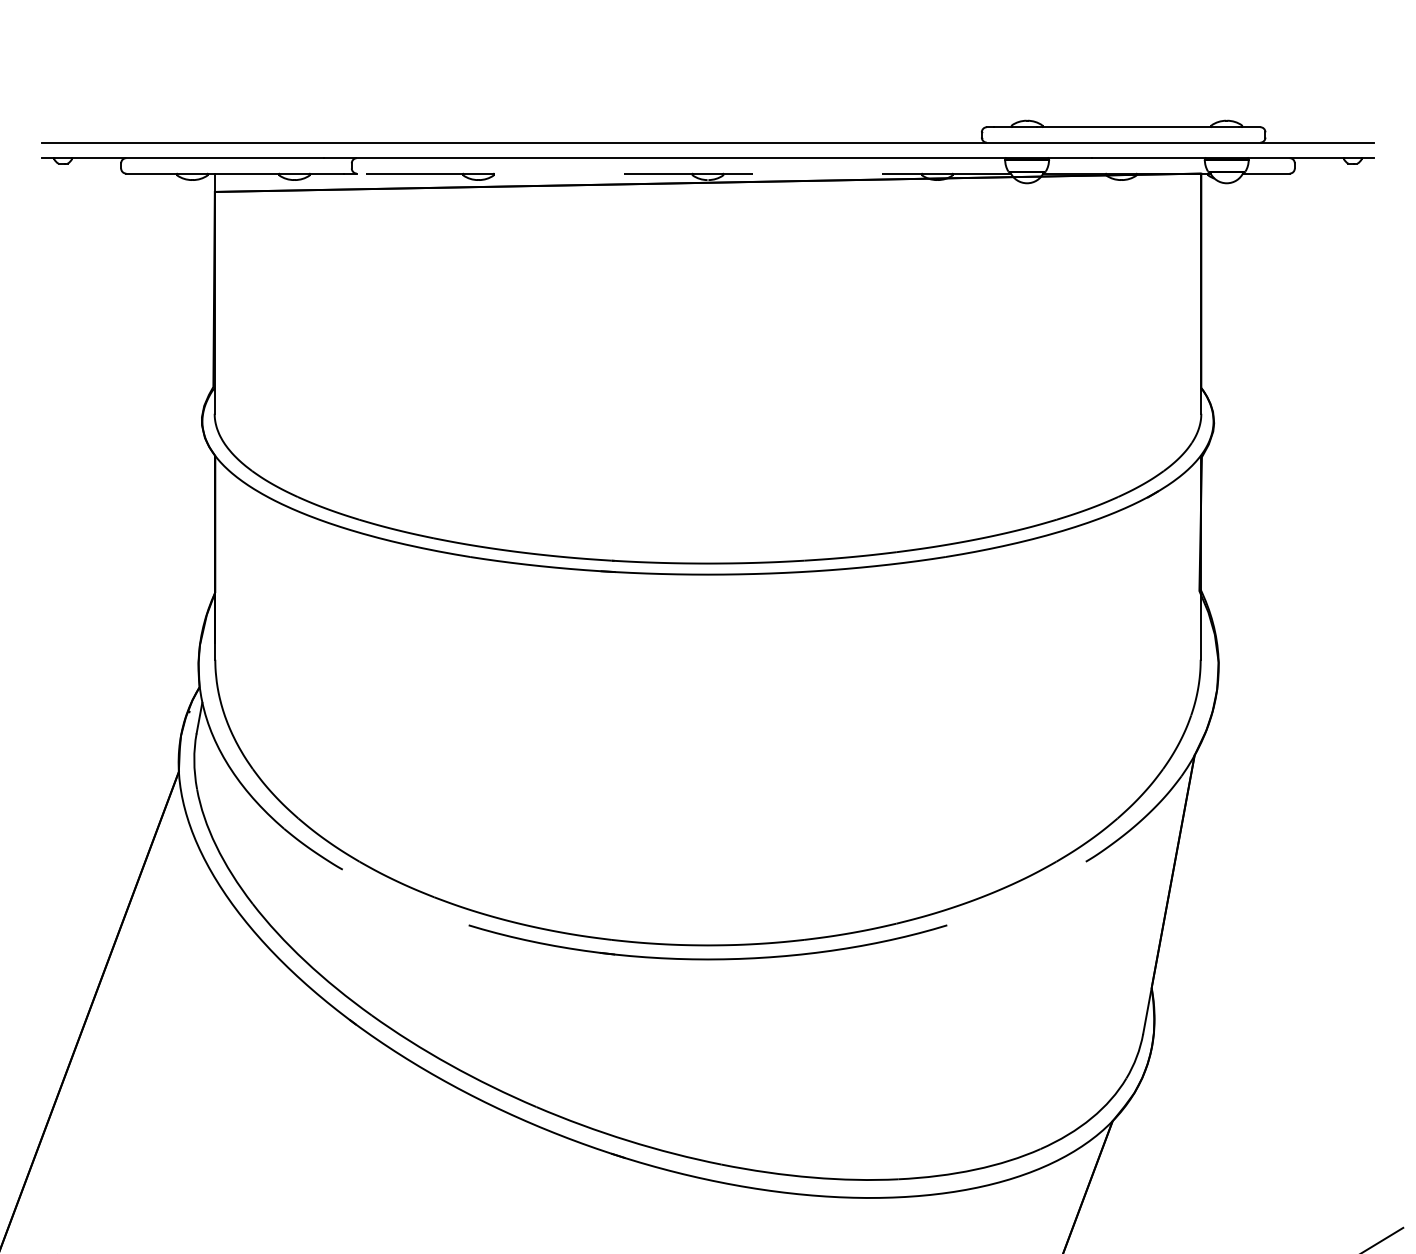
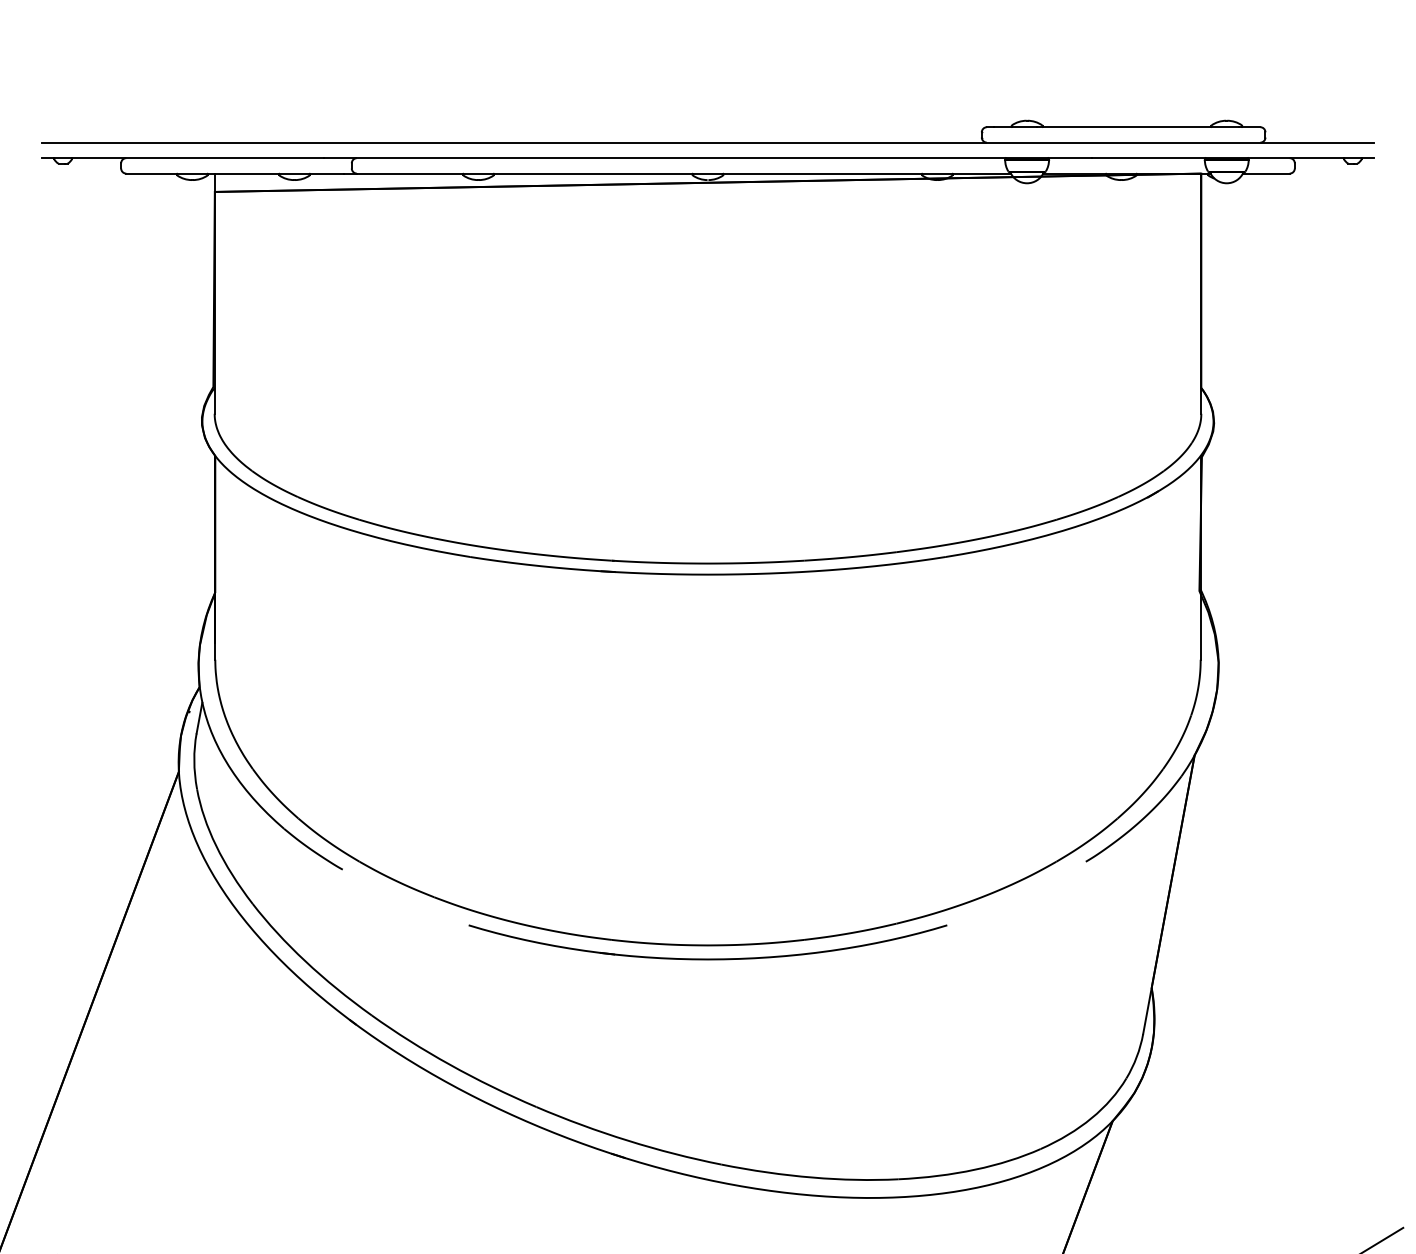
line at (683, 173): dashed -> solid
